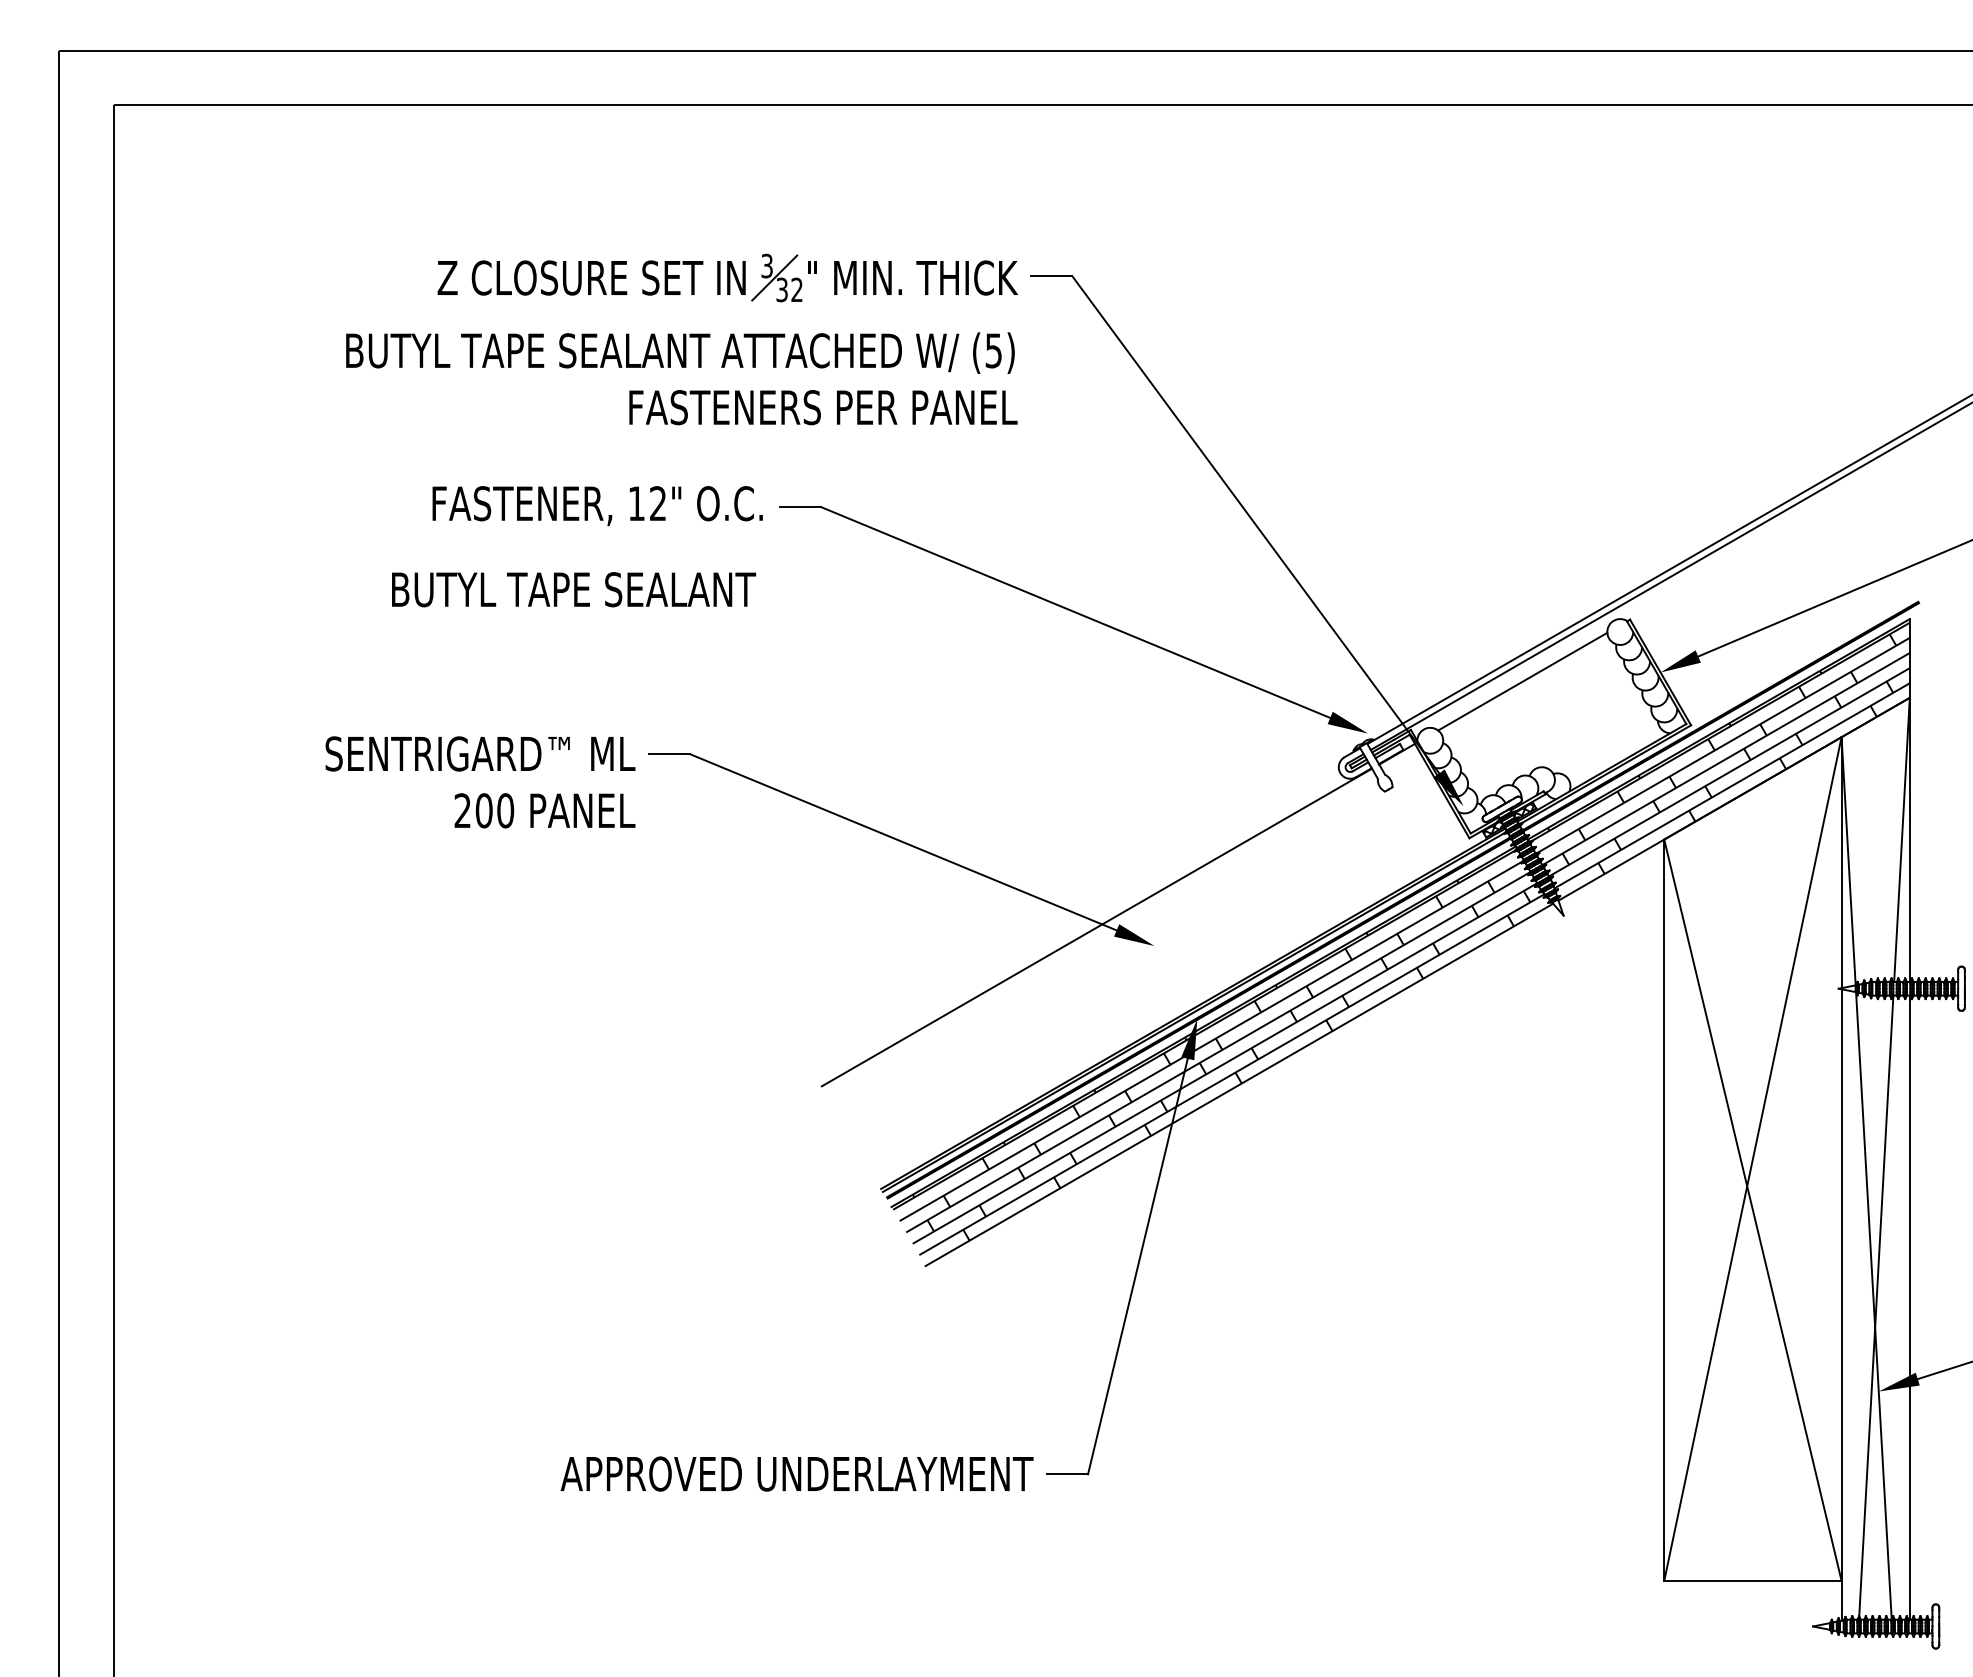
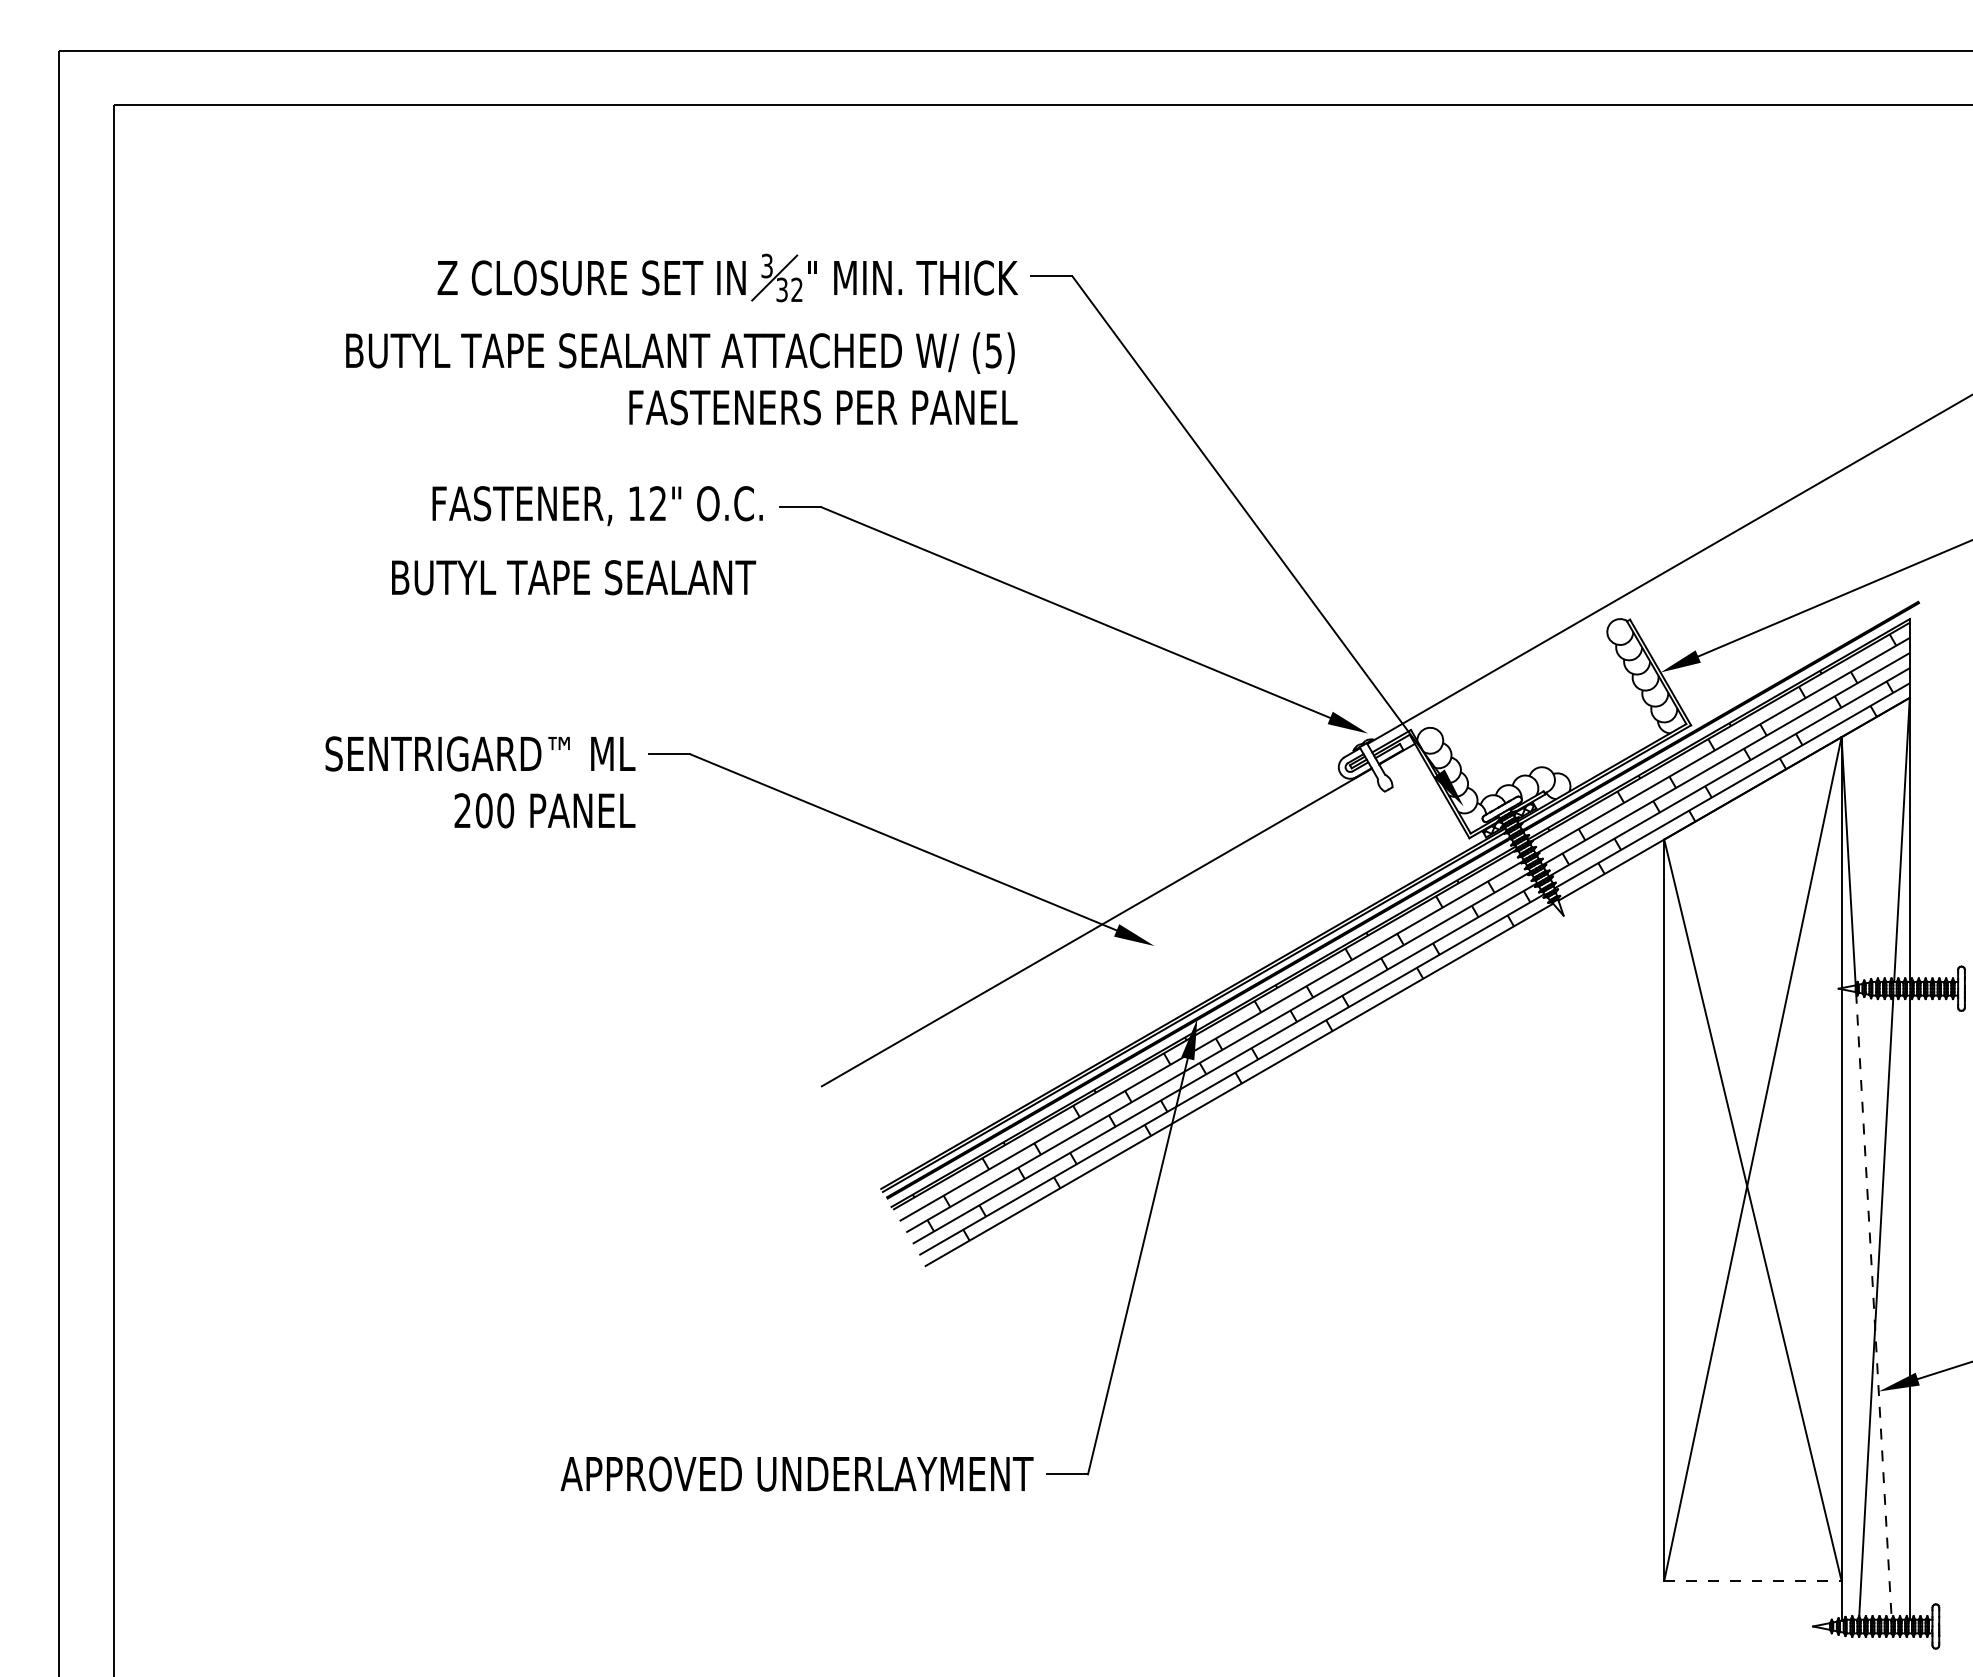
line at (1669, 576): present -> none
text at (574, 589) position: (574, 589) -> (574, 577)
line at (1522, 681): present -> none
line at (1873, 1306): solid -> dashed
line at (1752, 1580): solid -> dashed
